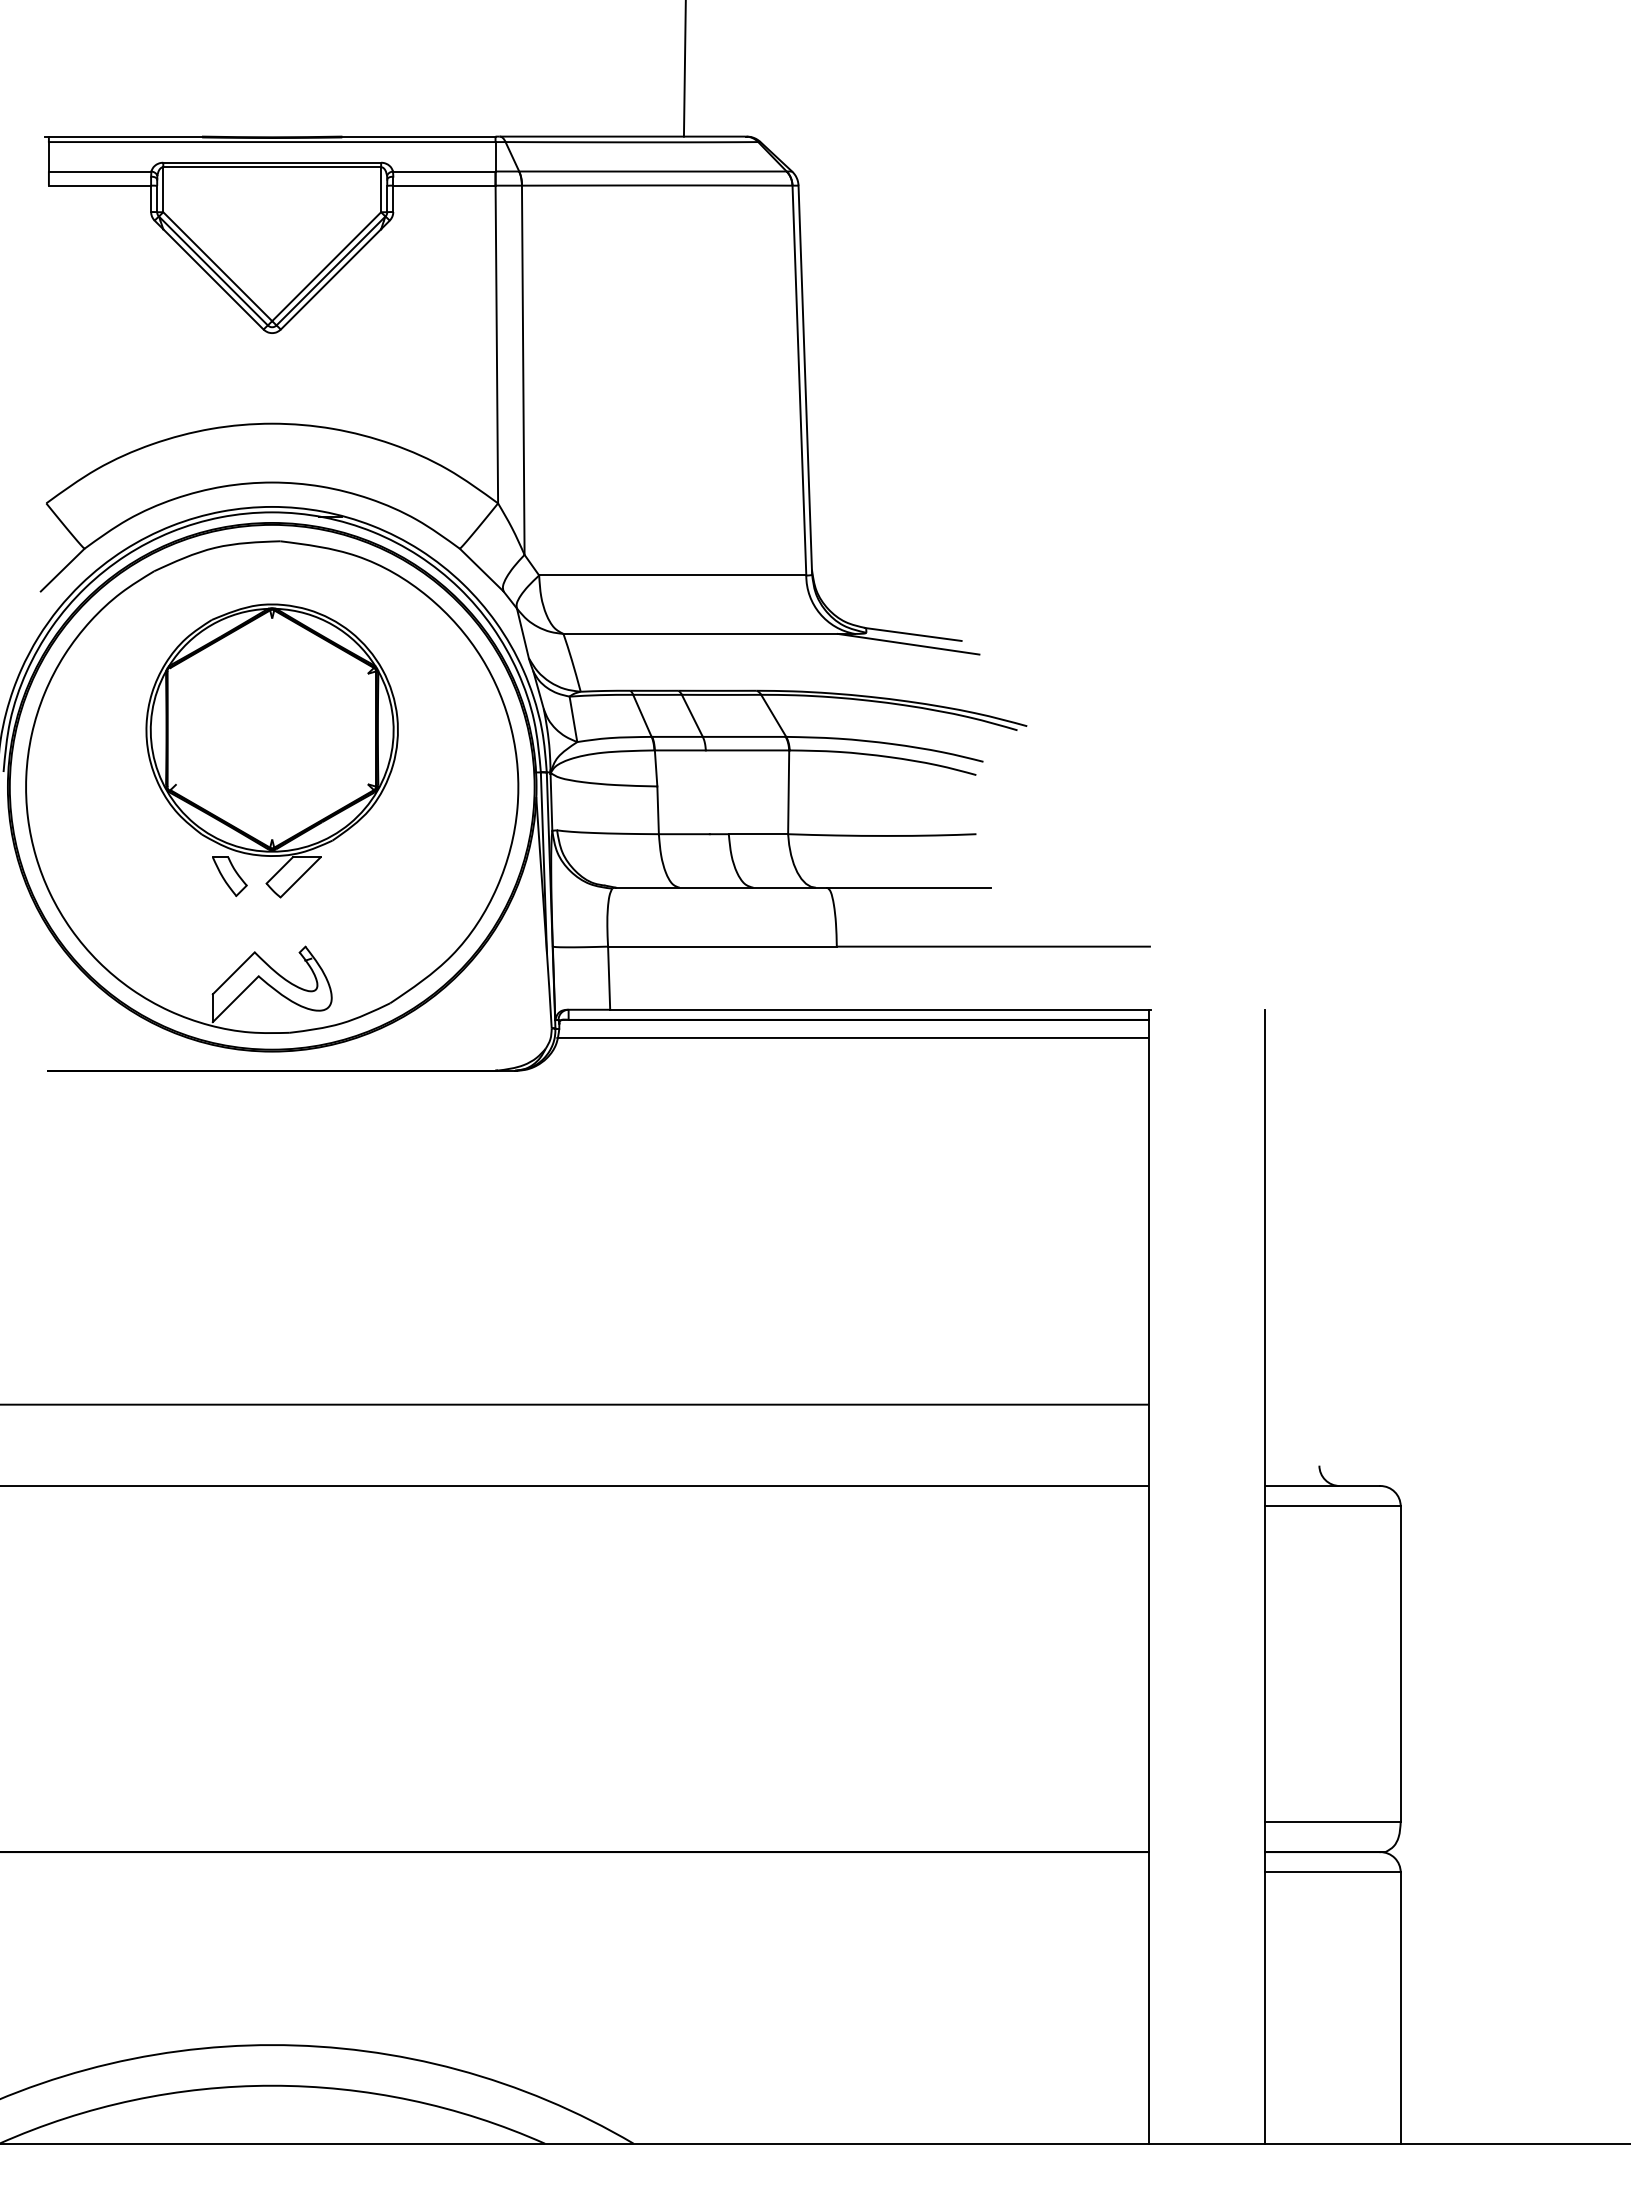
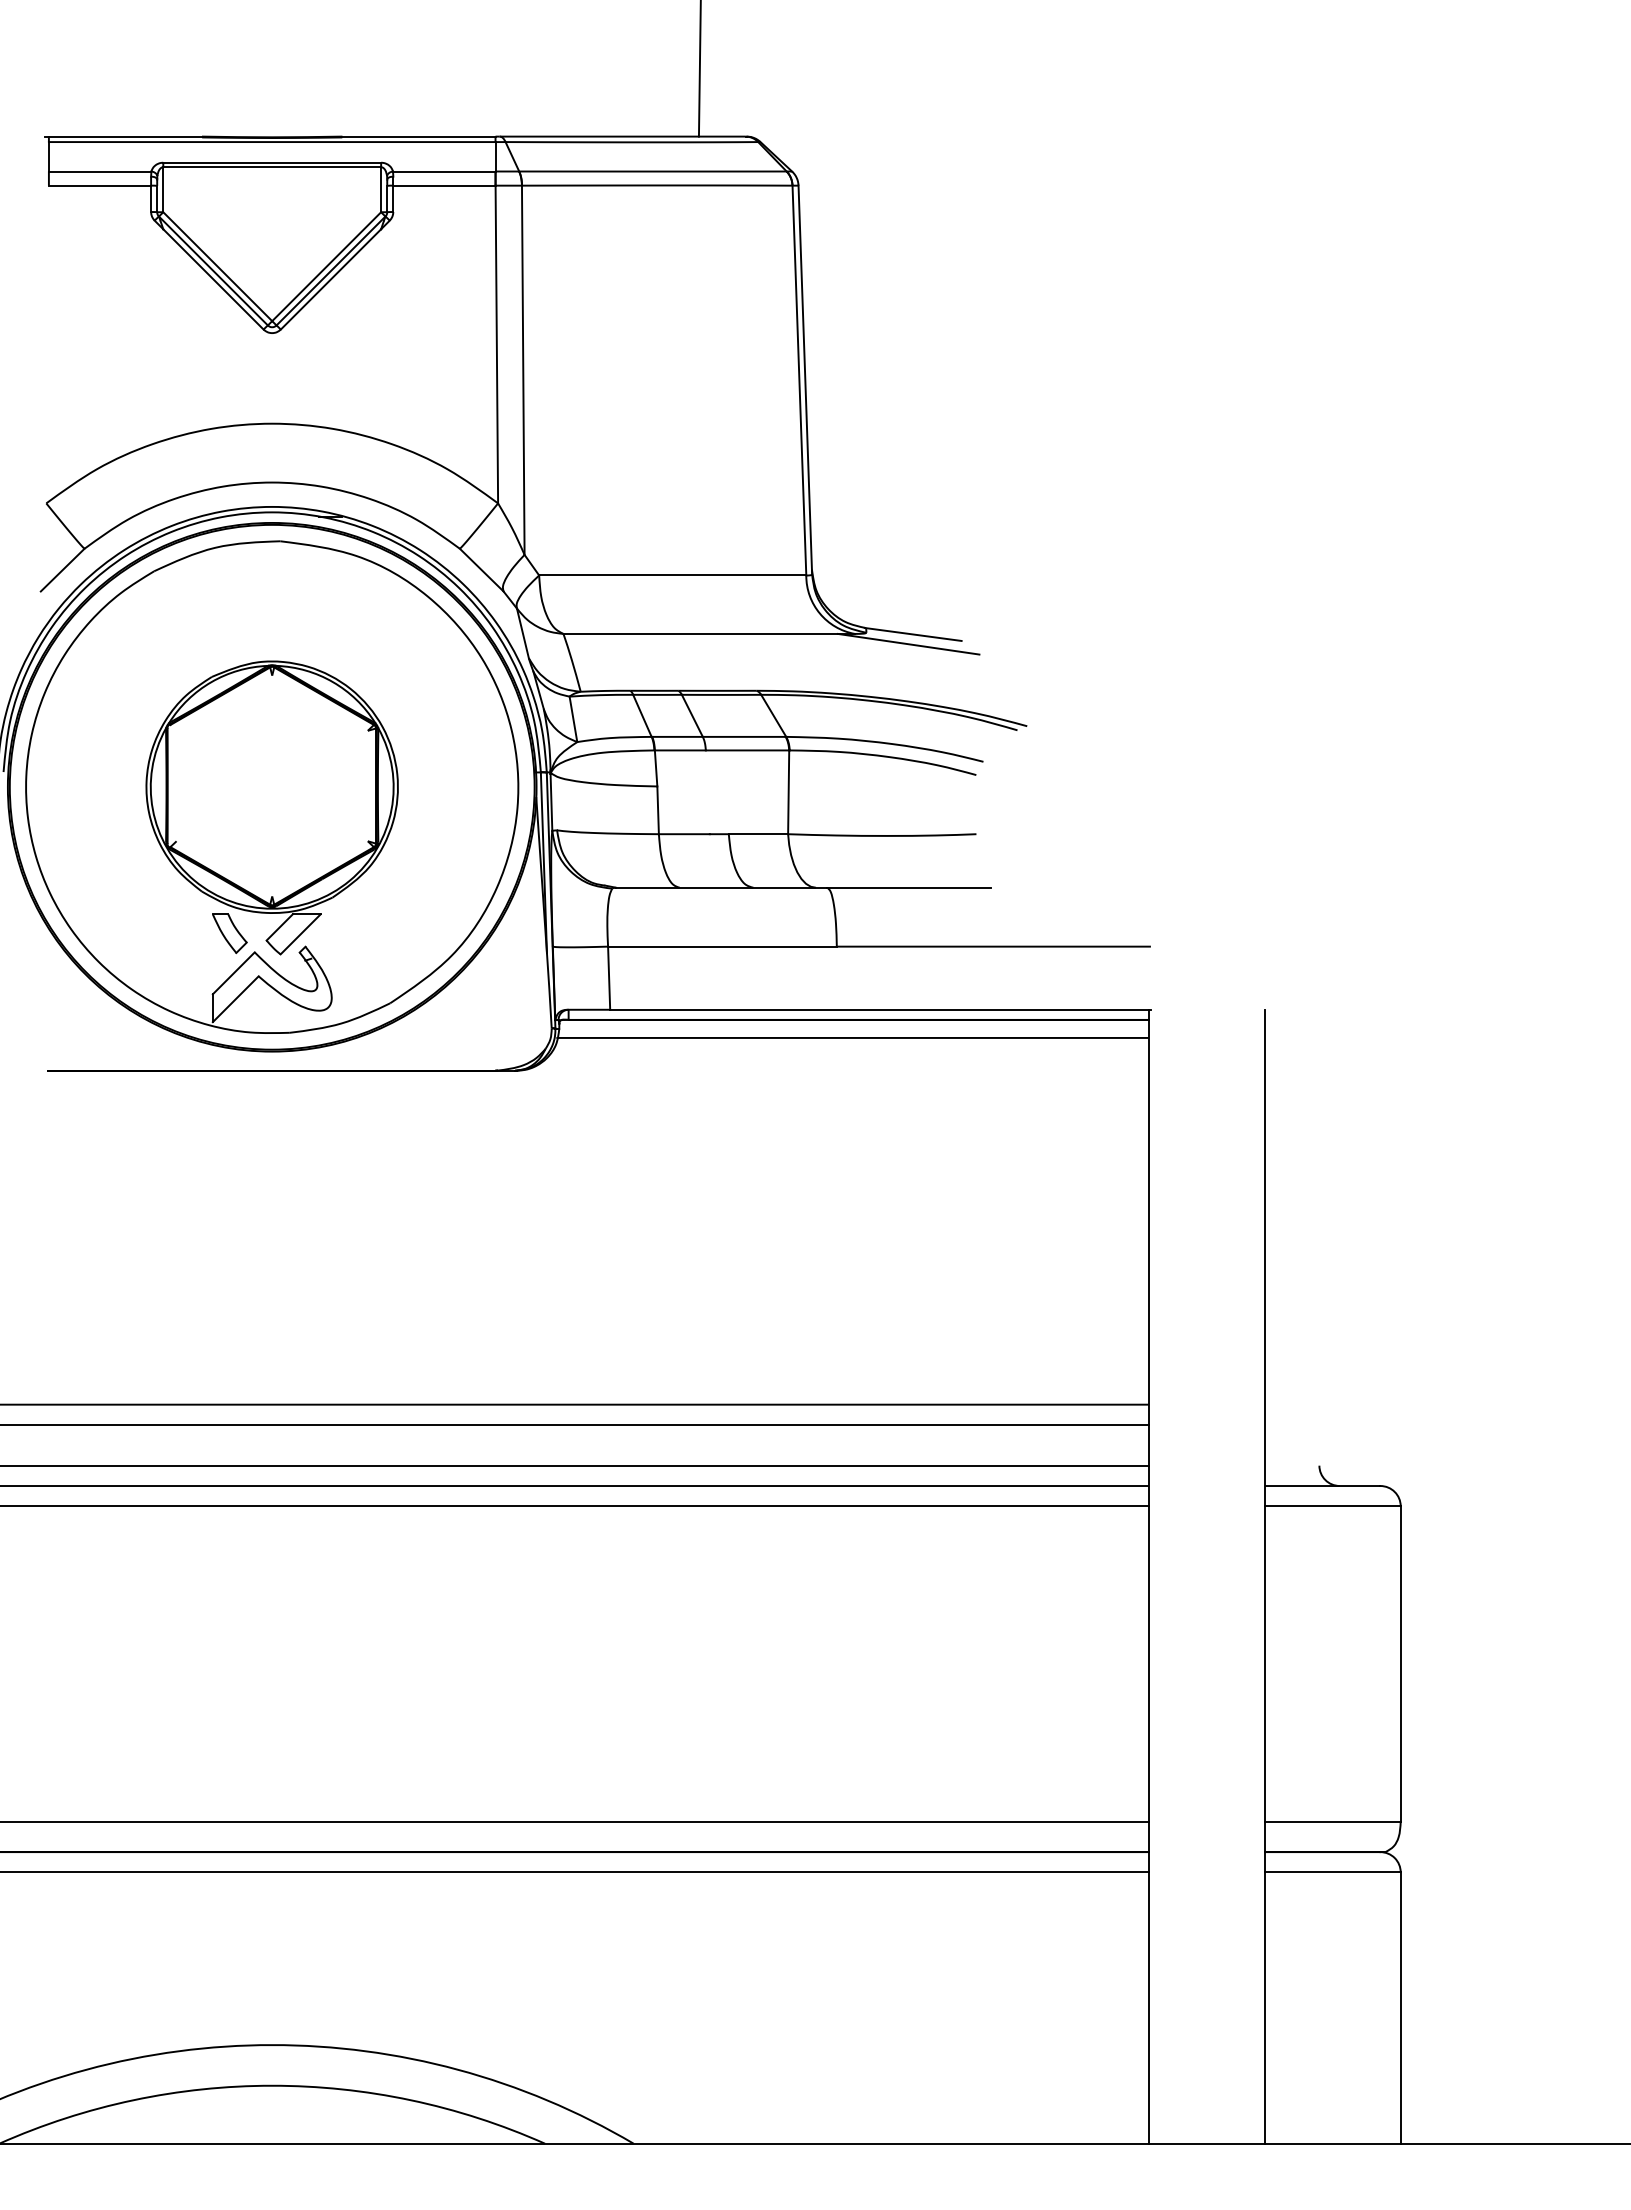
line at (684, 69) position: (684, 69) -> (699, 69)
part at (271, 750) position: (271, 750) -> (271, 807)
line at (575, 1425): none -> present
line at (575, 1465): none -> present
line at (575, 1506): none -> present
line at (575, 1821): none -> present
line at (575, 1872): none -> present
